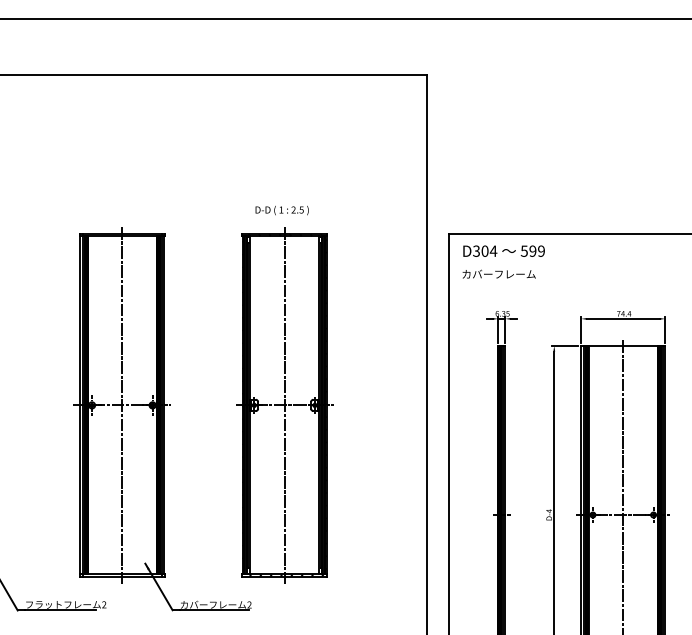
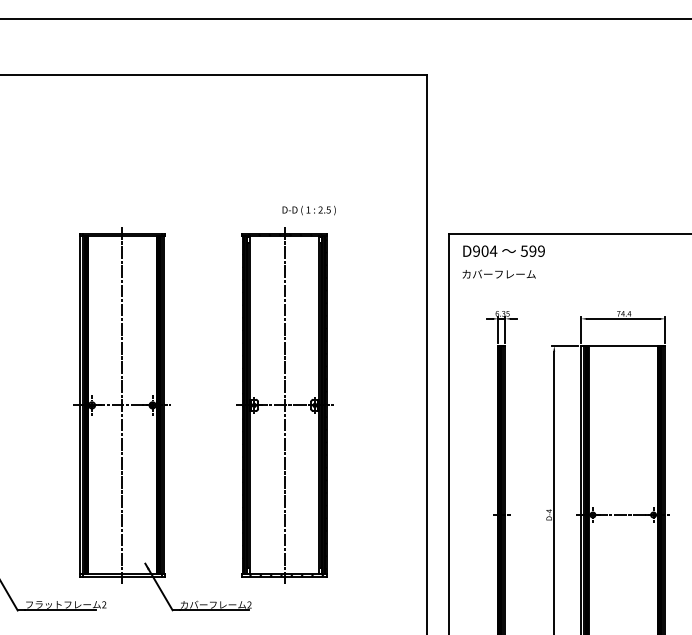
text at (281, 210) position: (281, 210) -> (308, 210)
text at (476, 250): D304 -> D904
line at (623, 485): present -> none
